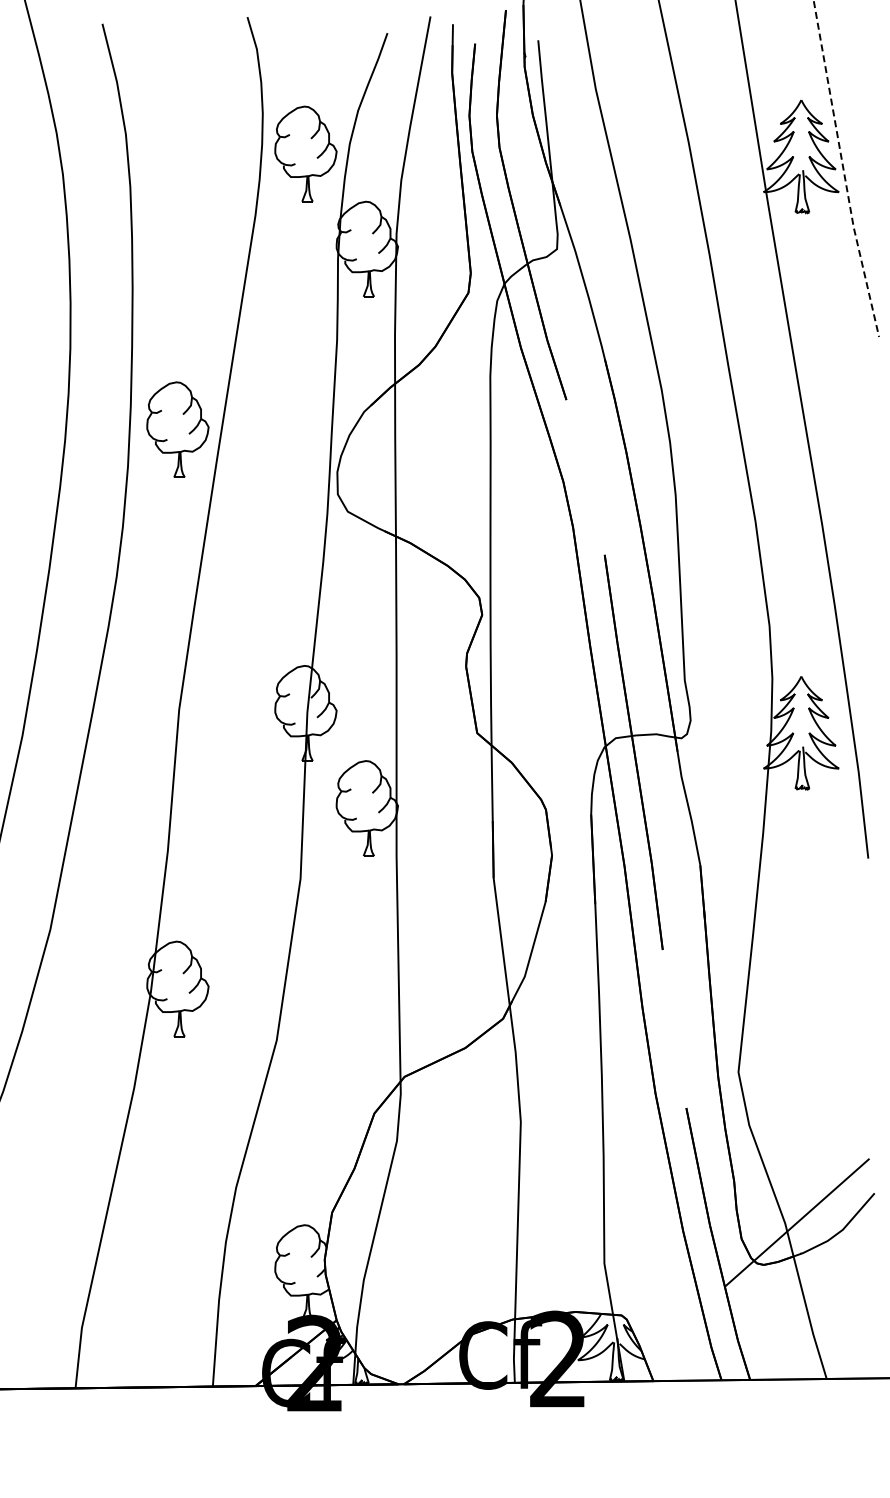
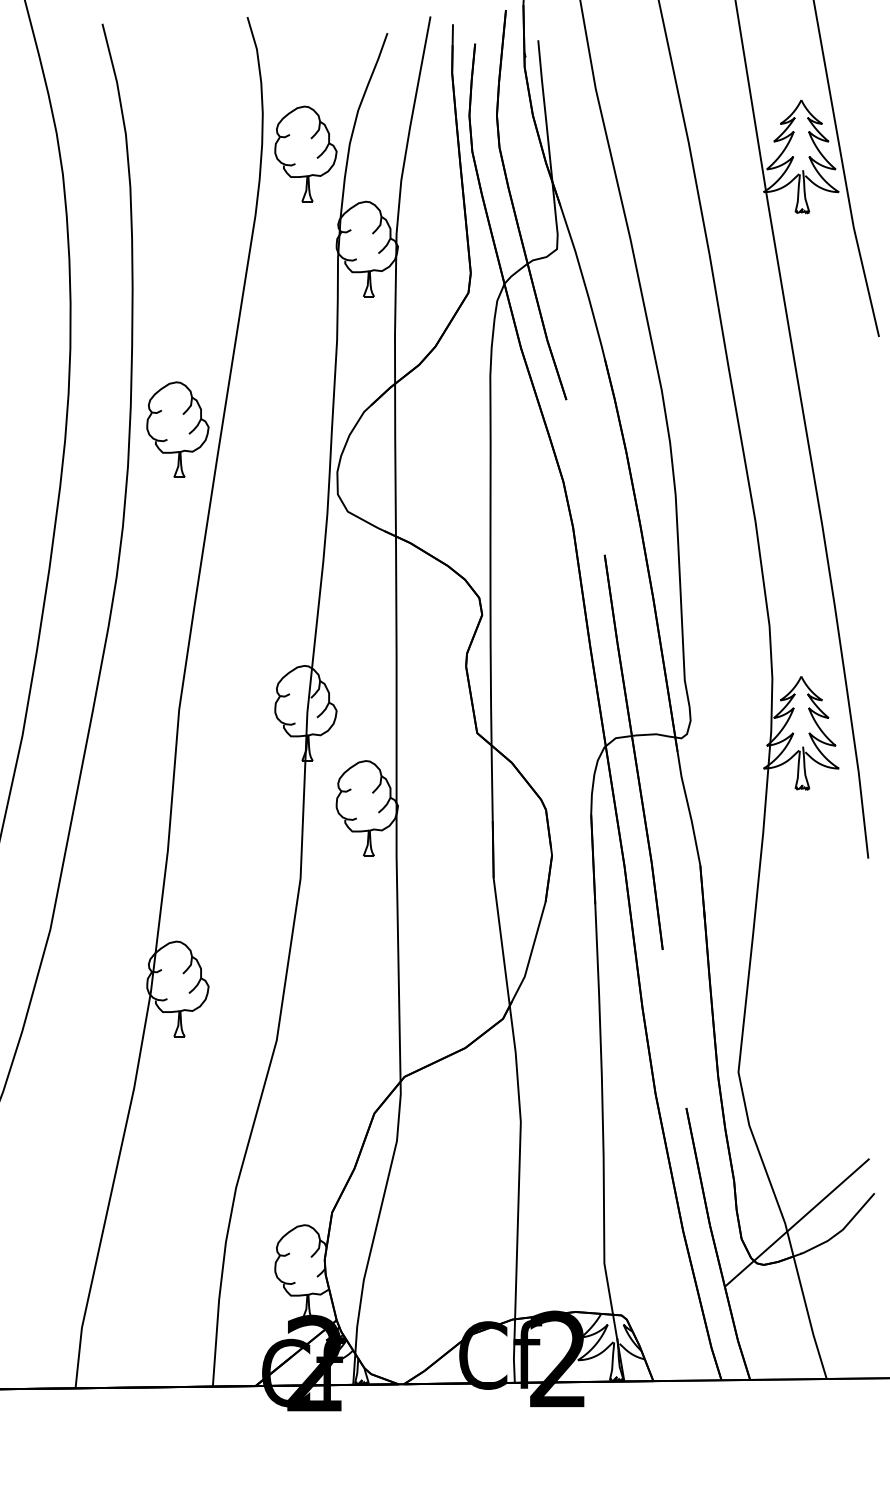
line at (843, 169): dashed -> solid
